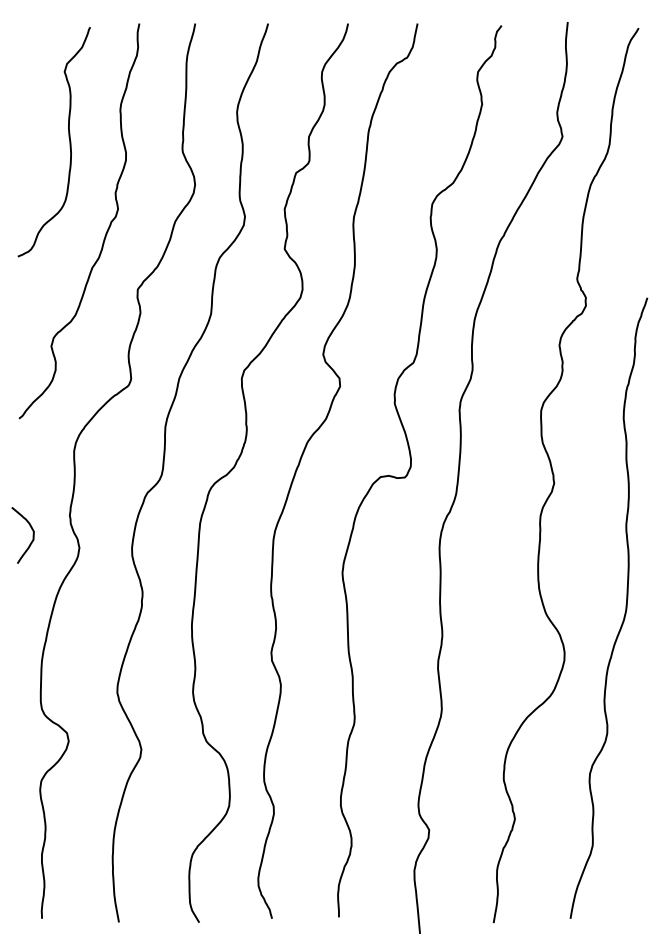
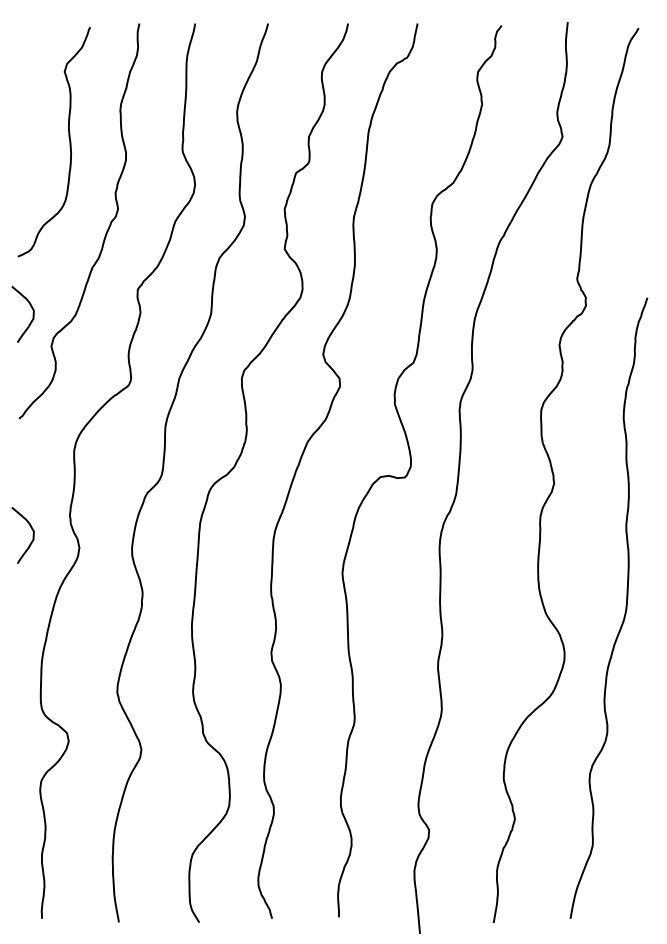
curve at (32, 314): none -> present
